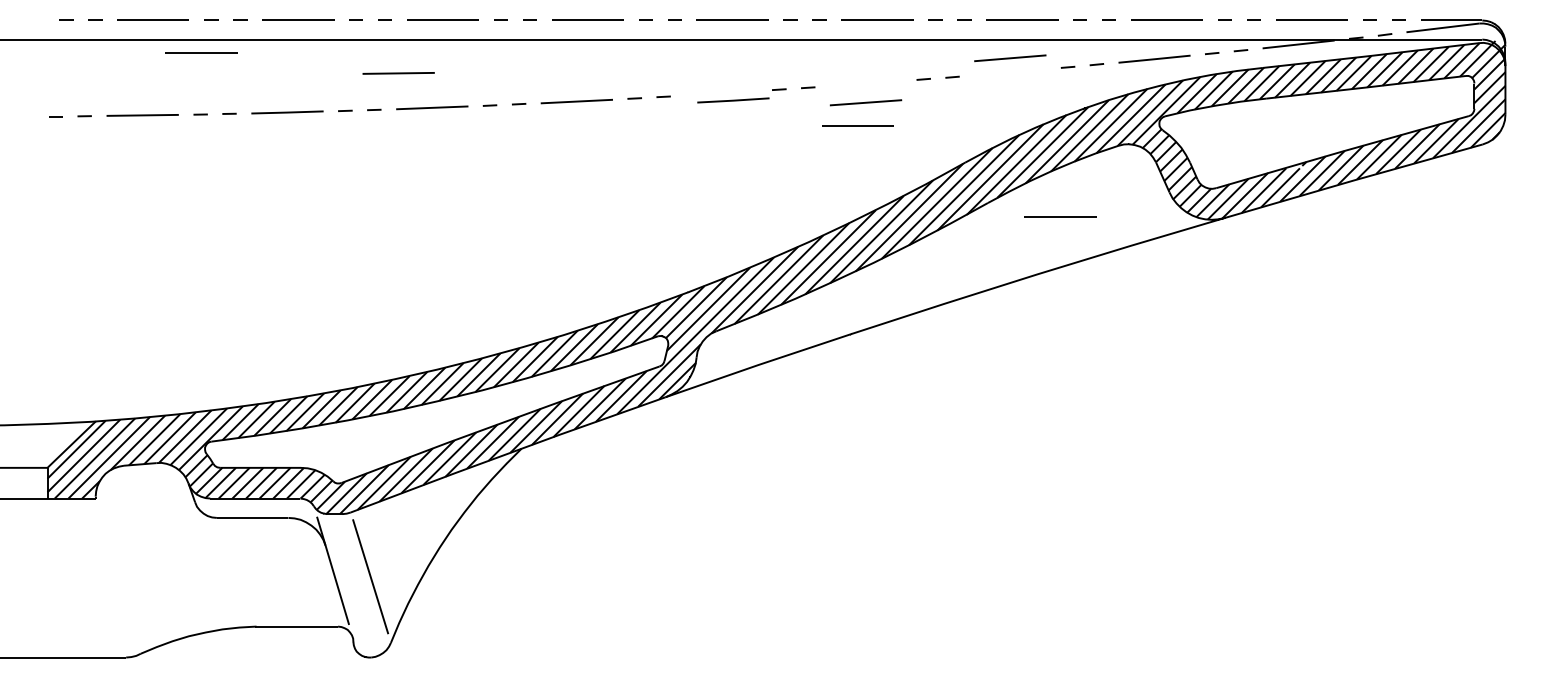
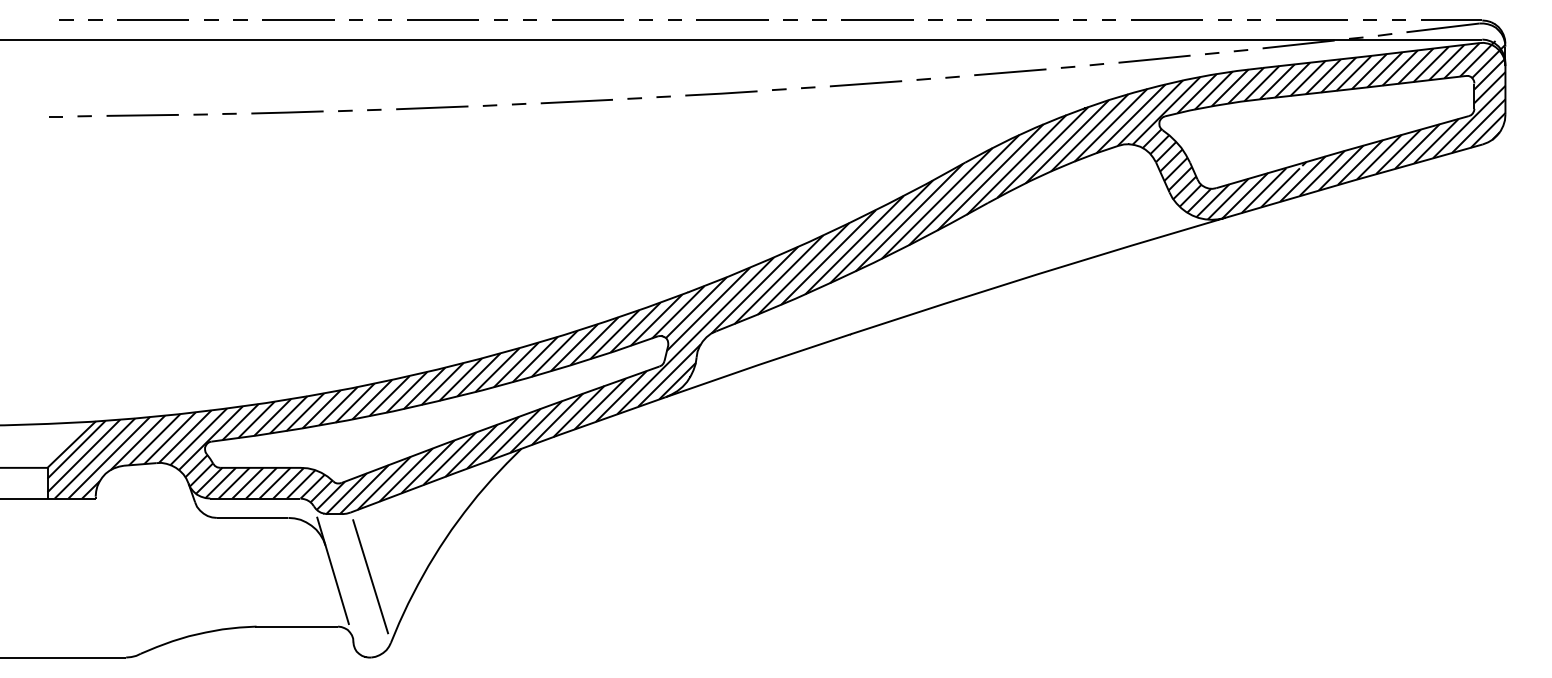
line at (201, 52): present -> none
line at (1010, 58) position: (1010, 58) -> (1010, 72)
line at (398, 73): present -> none
line at (733, 100) position: (733, 100) -> (721, 93)
line at (865, 102) position: (865, 102) -> (865, 83)
line at (857, 125): present -> none
line at (1060, 216): present -> none
